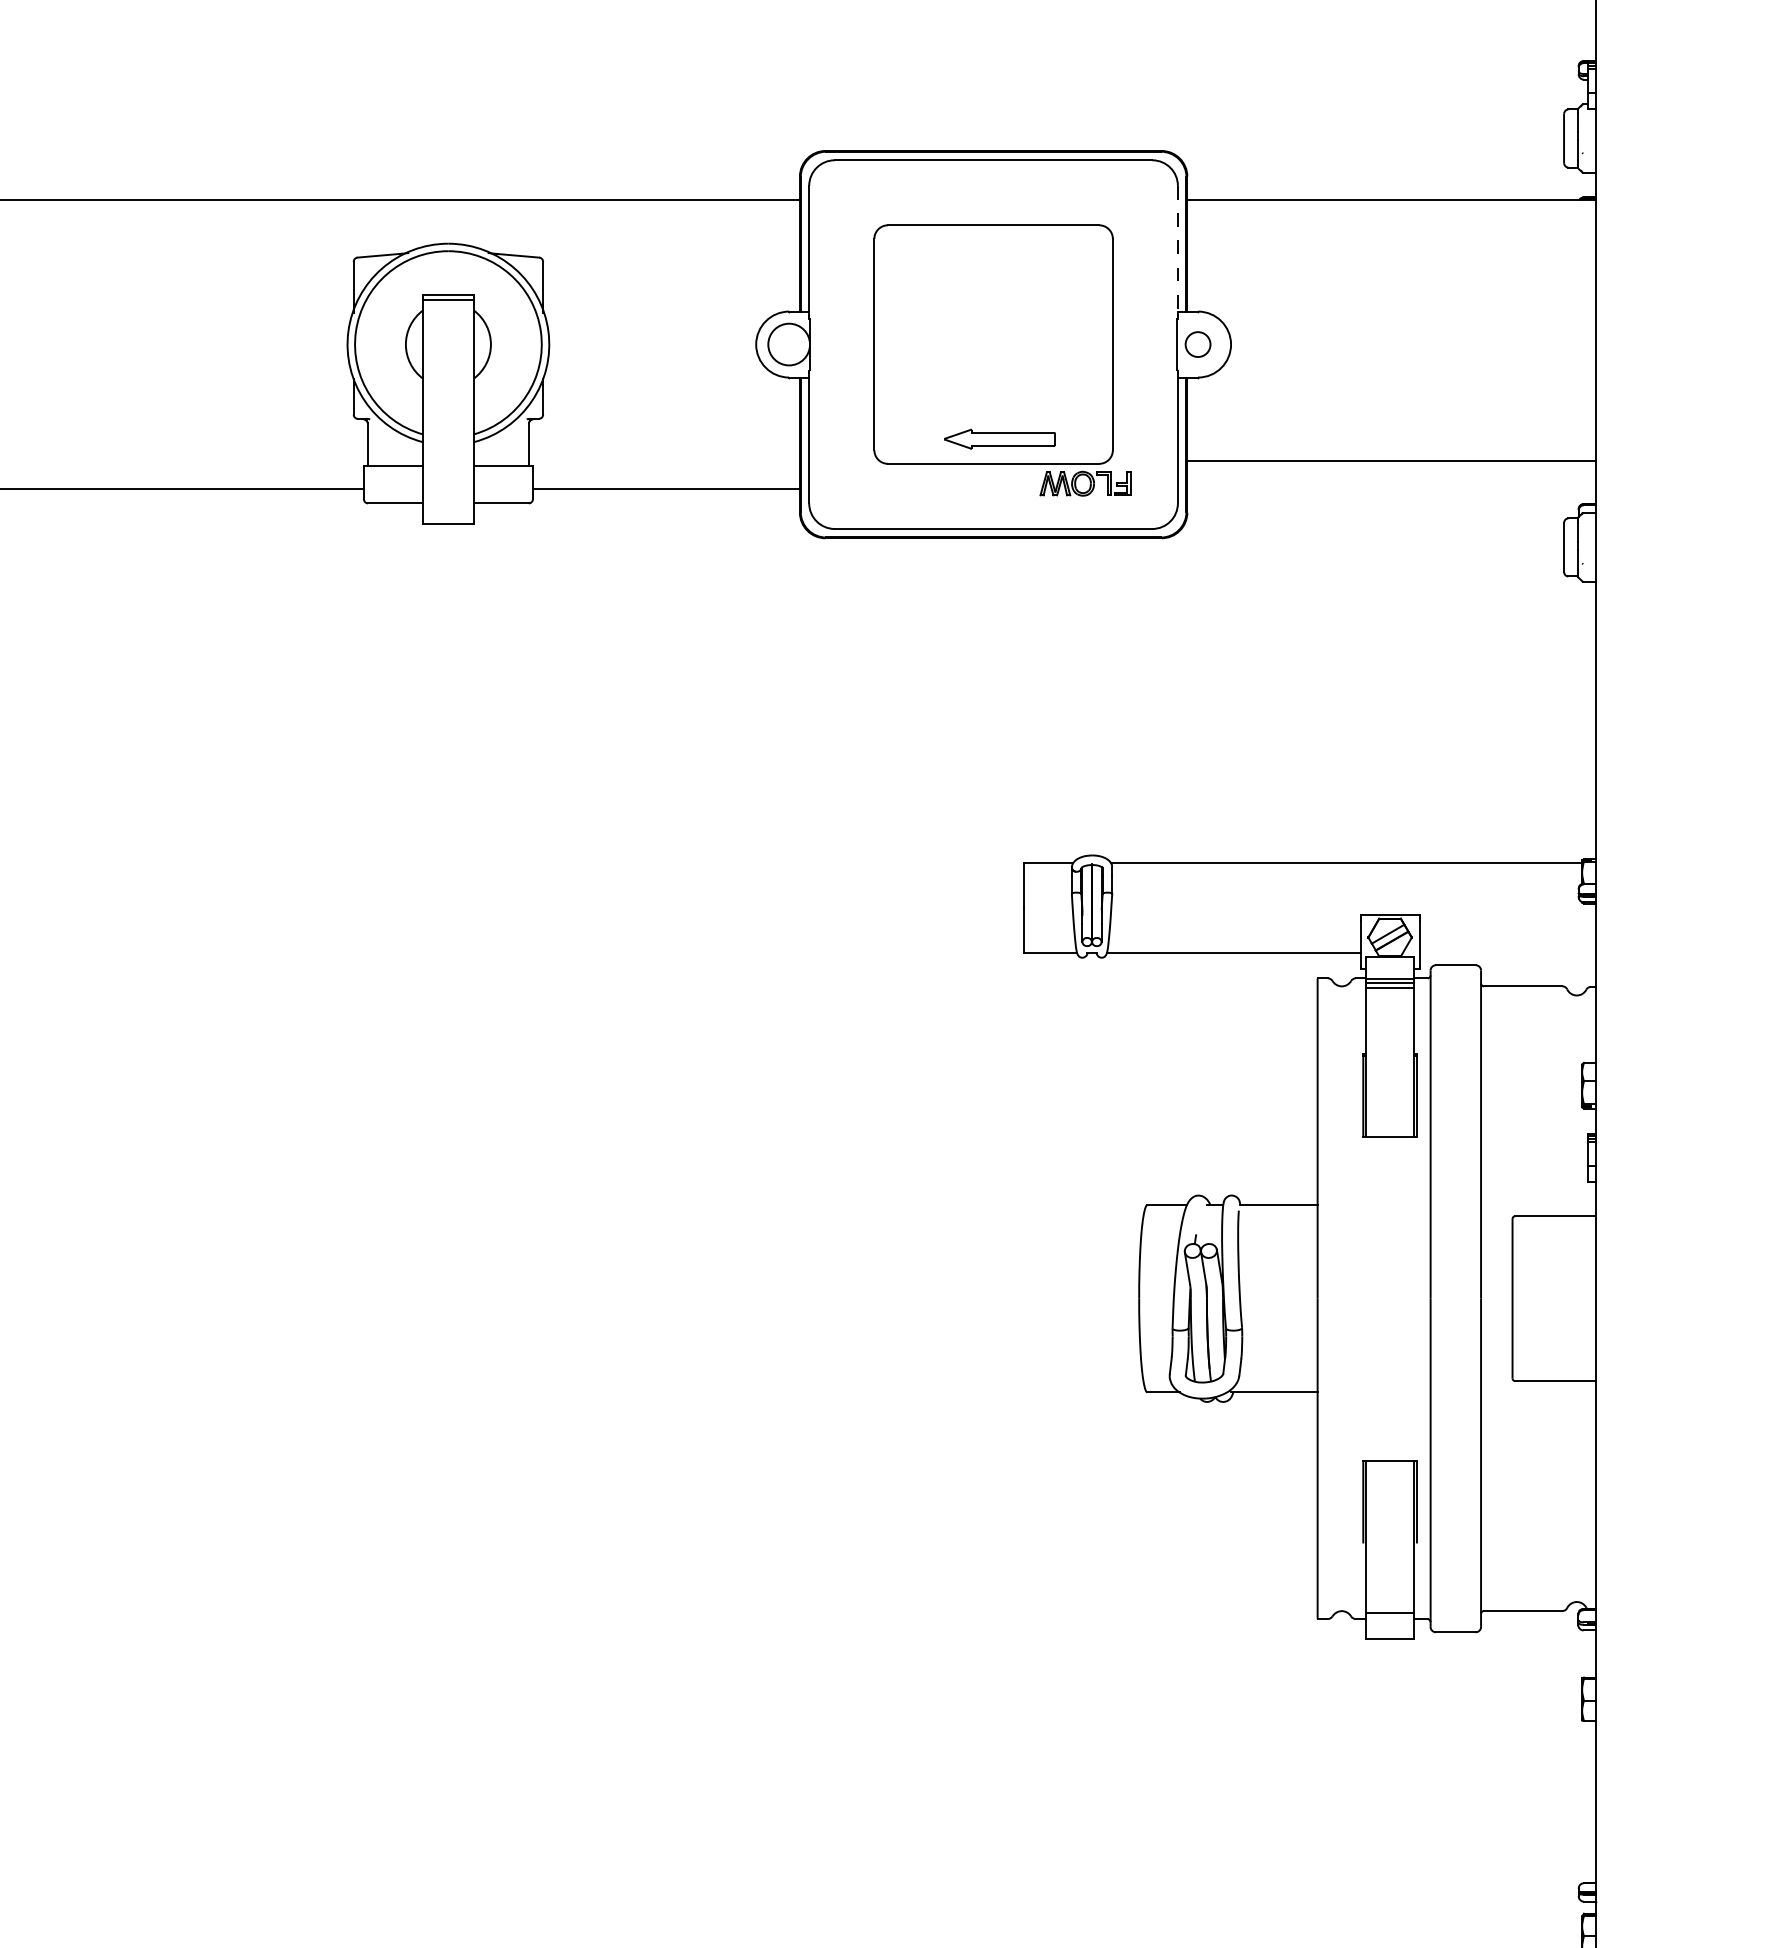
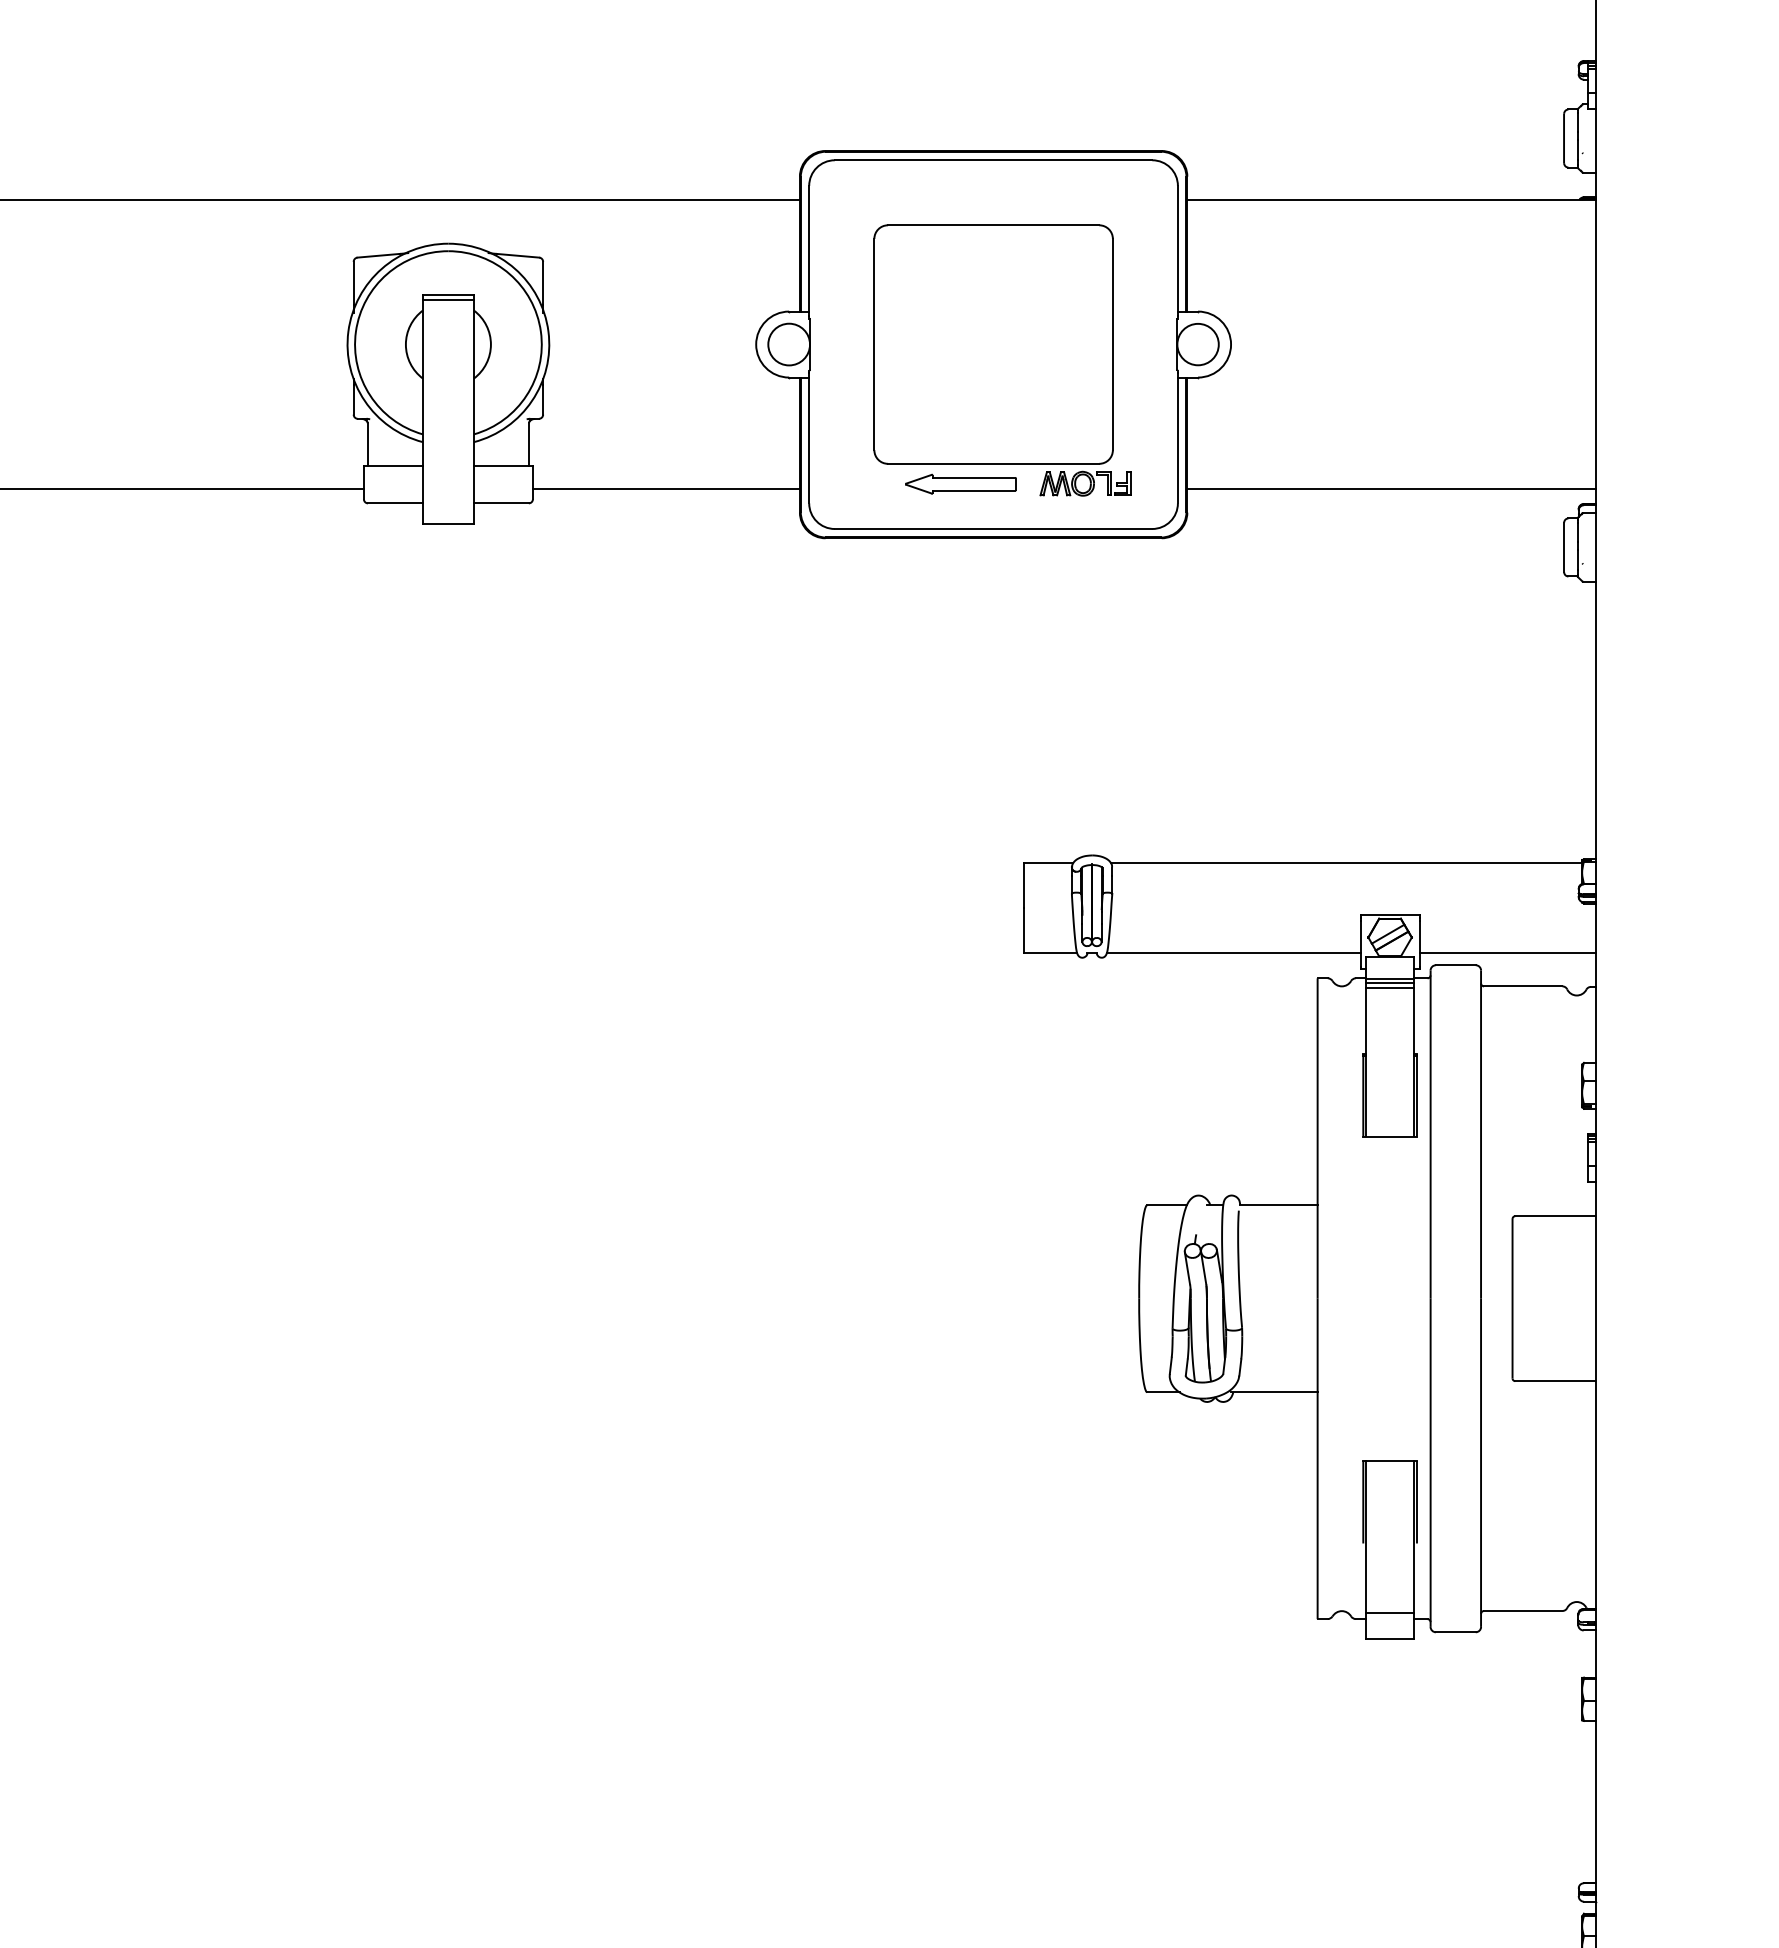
line at (1177, 248): dashed -> solid
circle at (1197, 344) diameter: 25 px -> 41 px
part at (999, 438) position: (999, 438) -> (960, 483)
line at (1391, 461) position: (1391, 461) -> (1391, 489)
line at (1507, 953): none -> present
